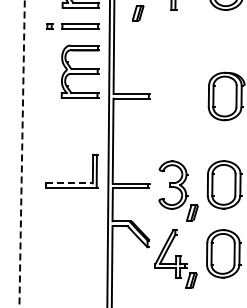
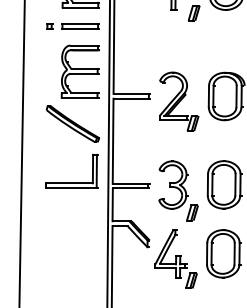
part at (137, 13) position: (137, 13) -> (193, 13)
part at (179, 101): none -> present
part at (72, 123): none -> present
line at (22, 154): dashed -> solid
line at (69, 183): dashed -> solid
